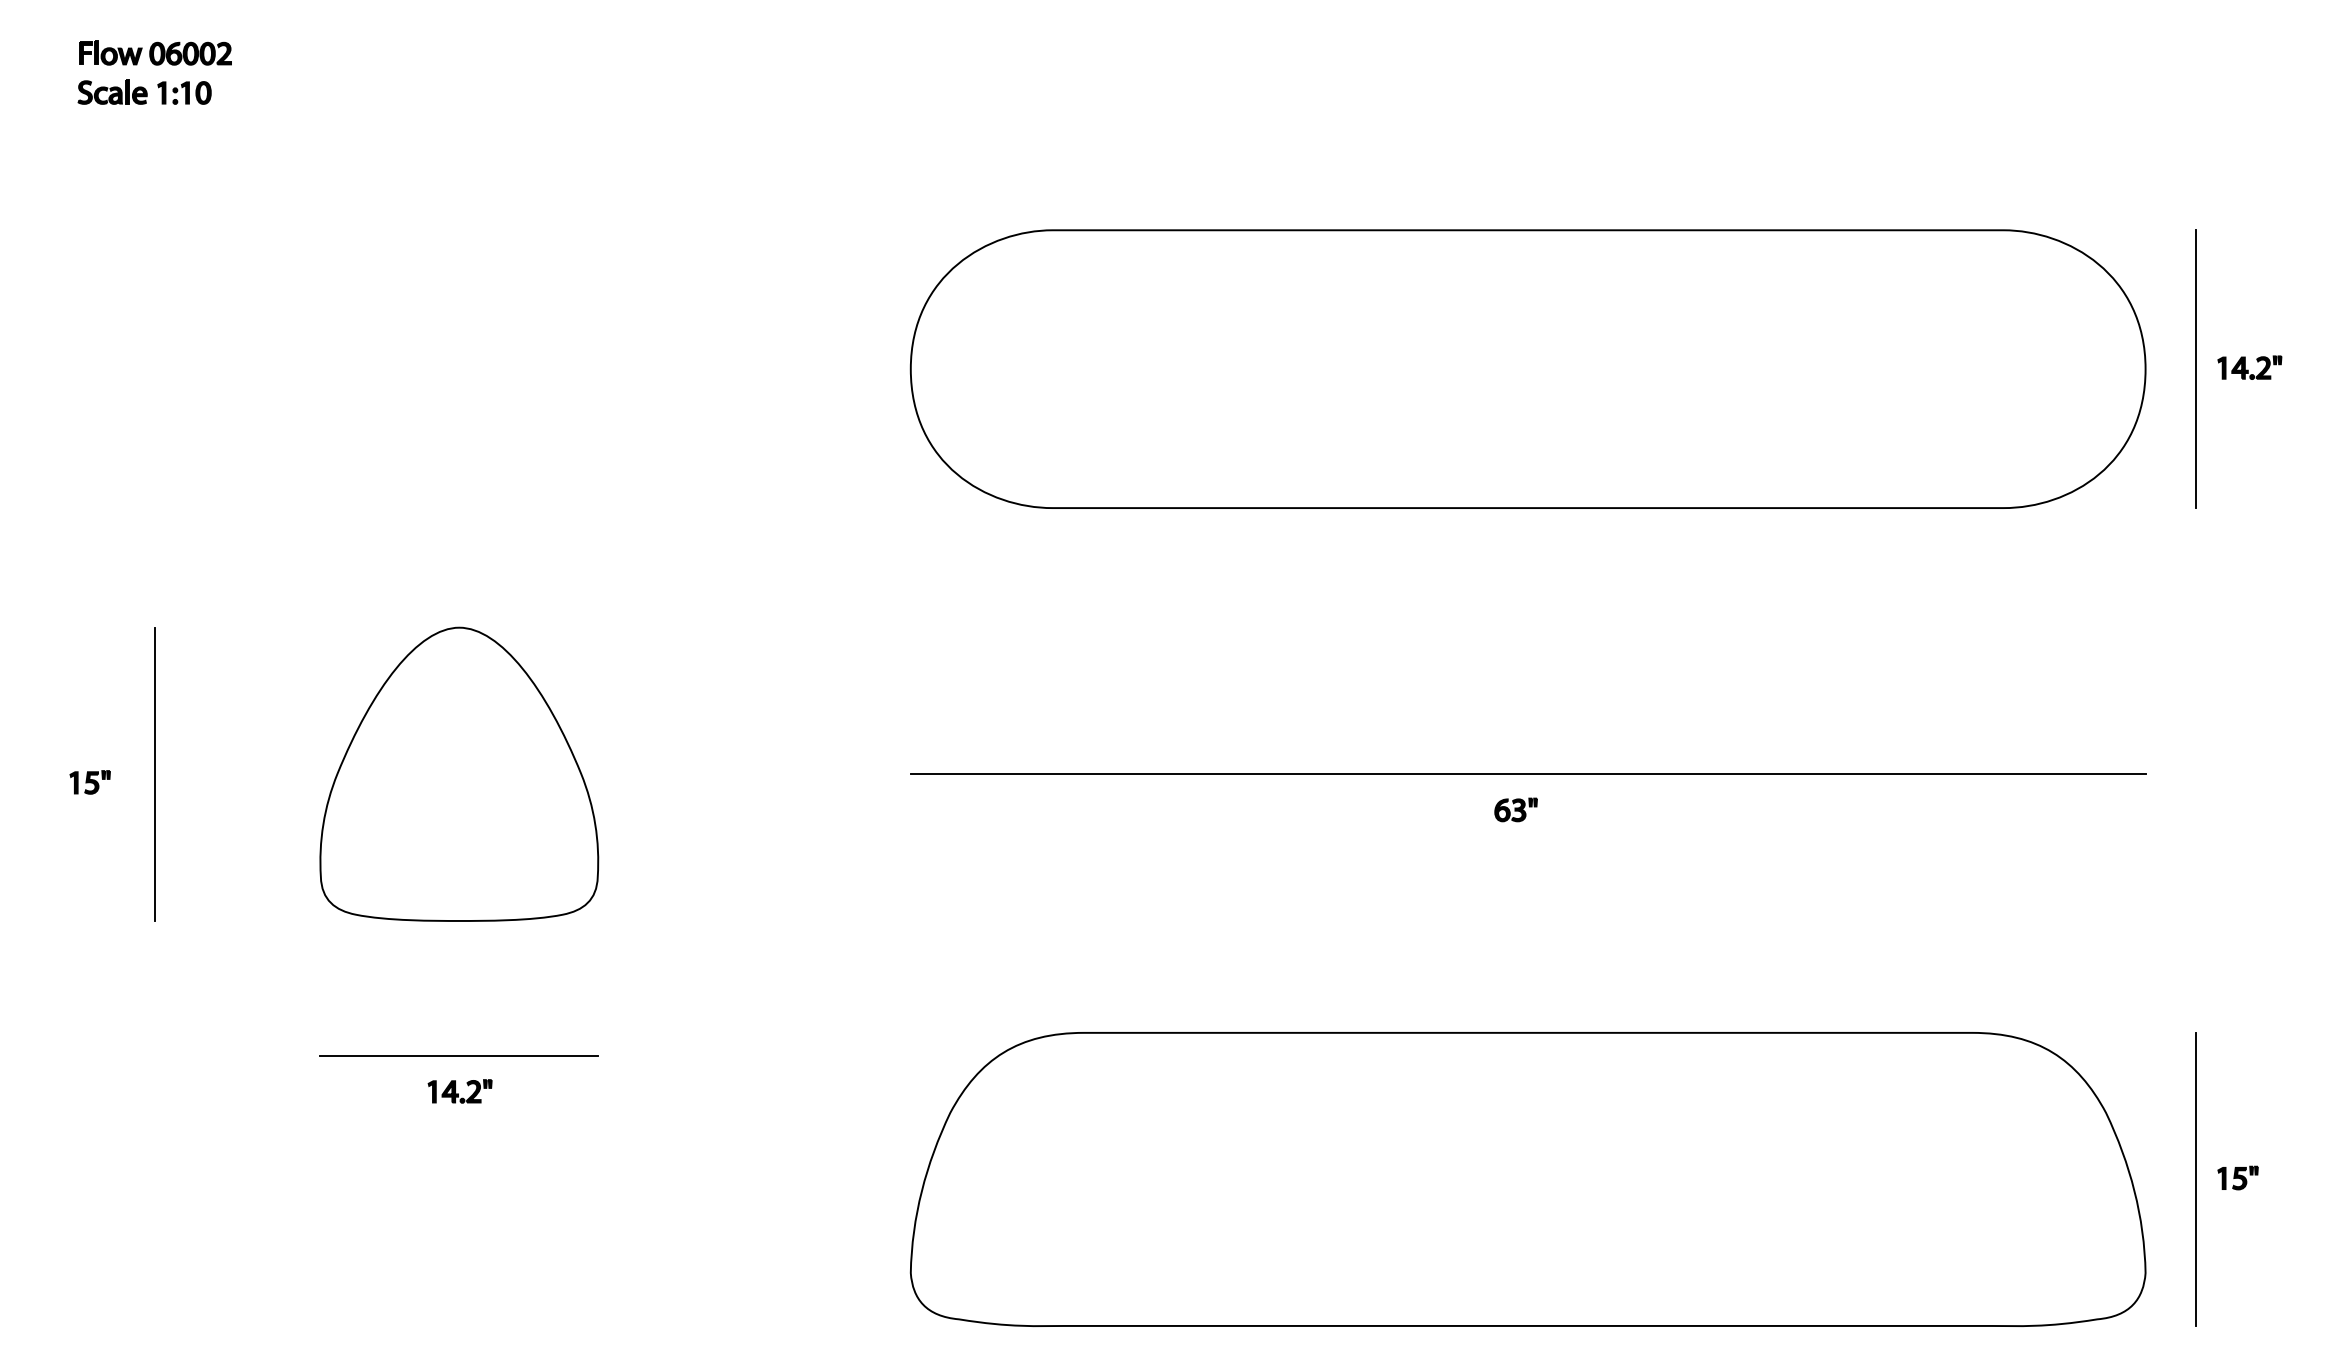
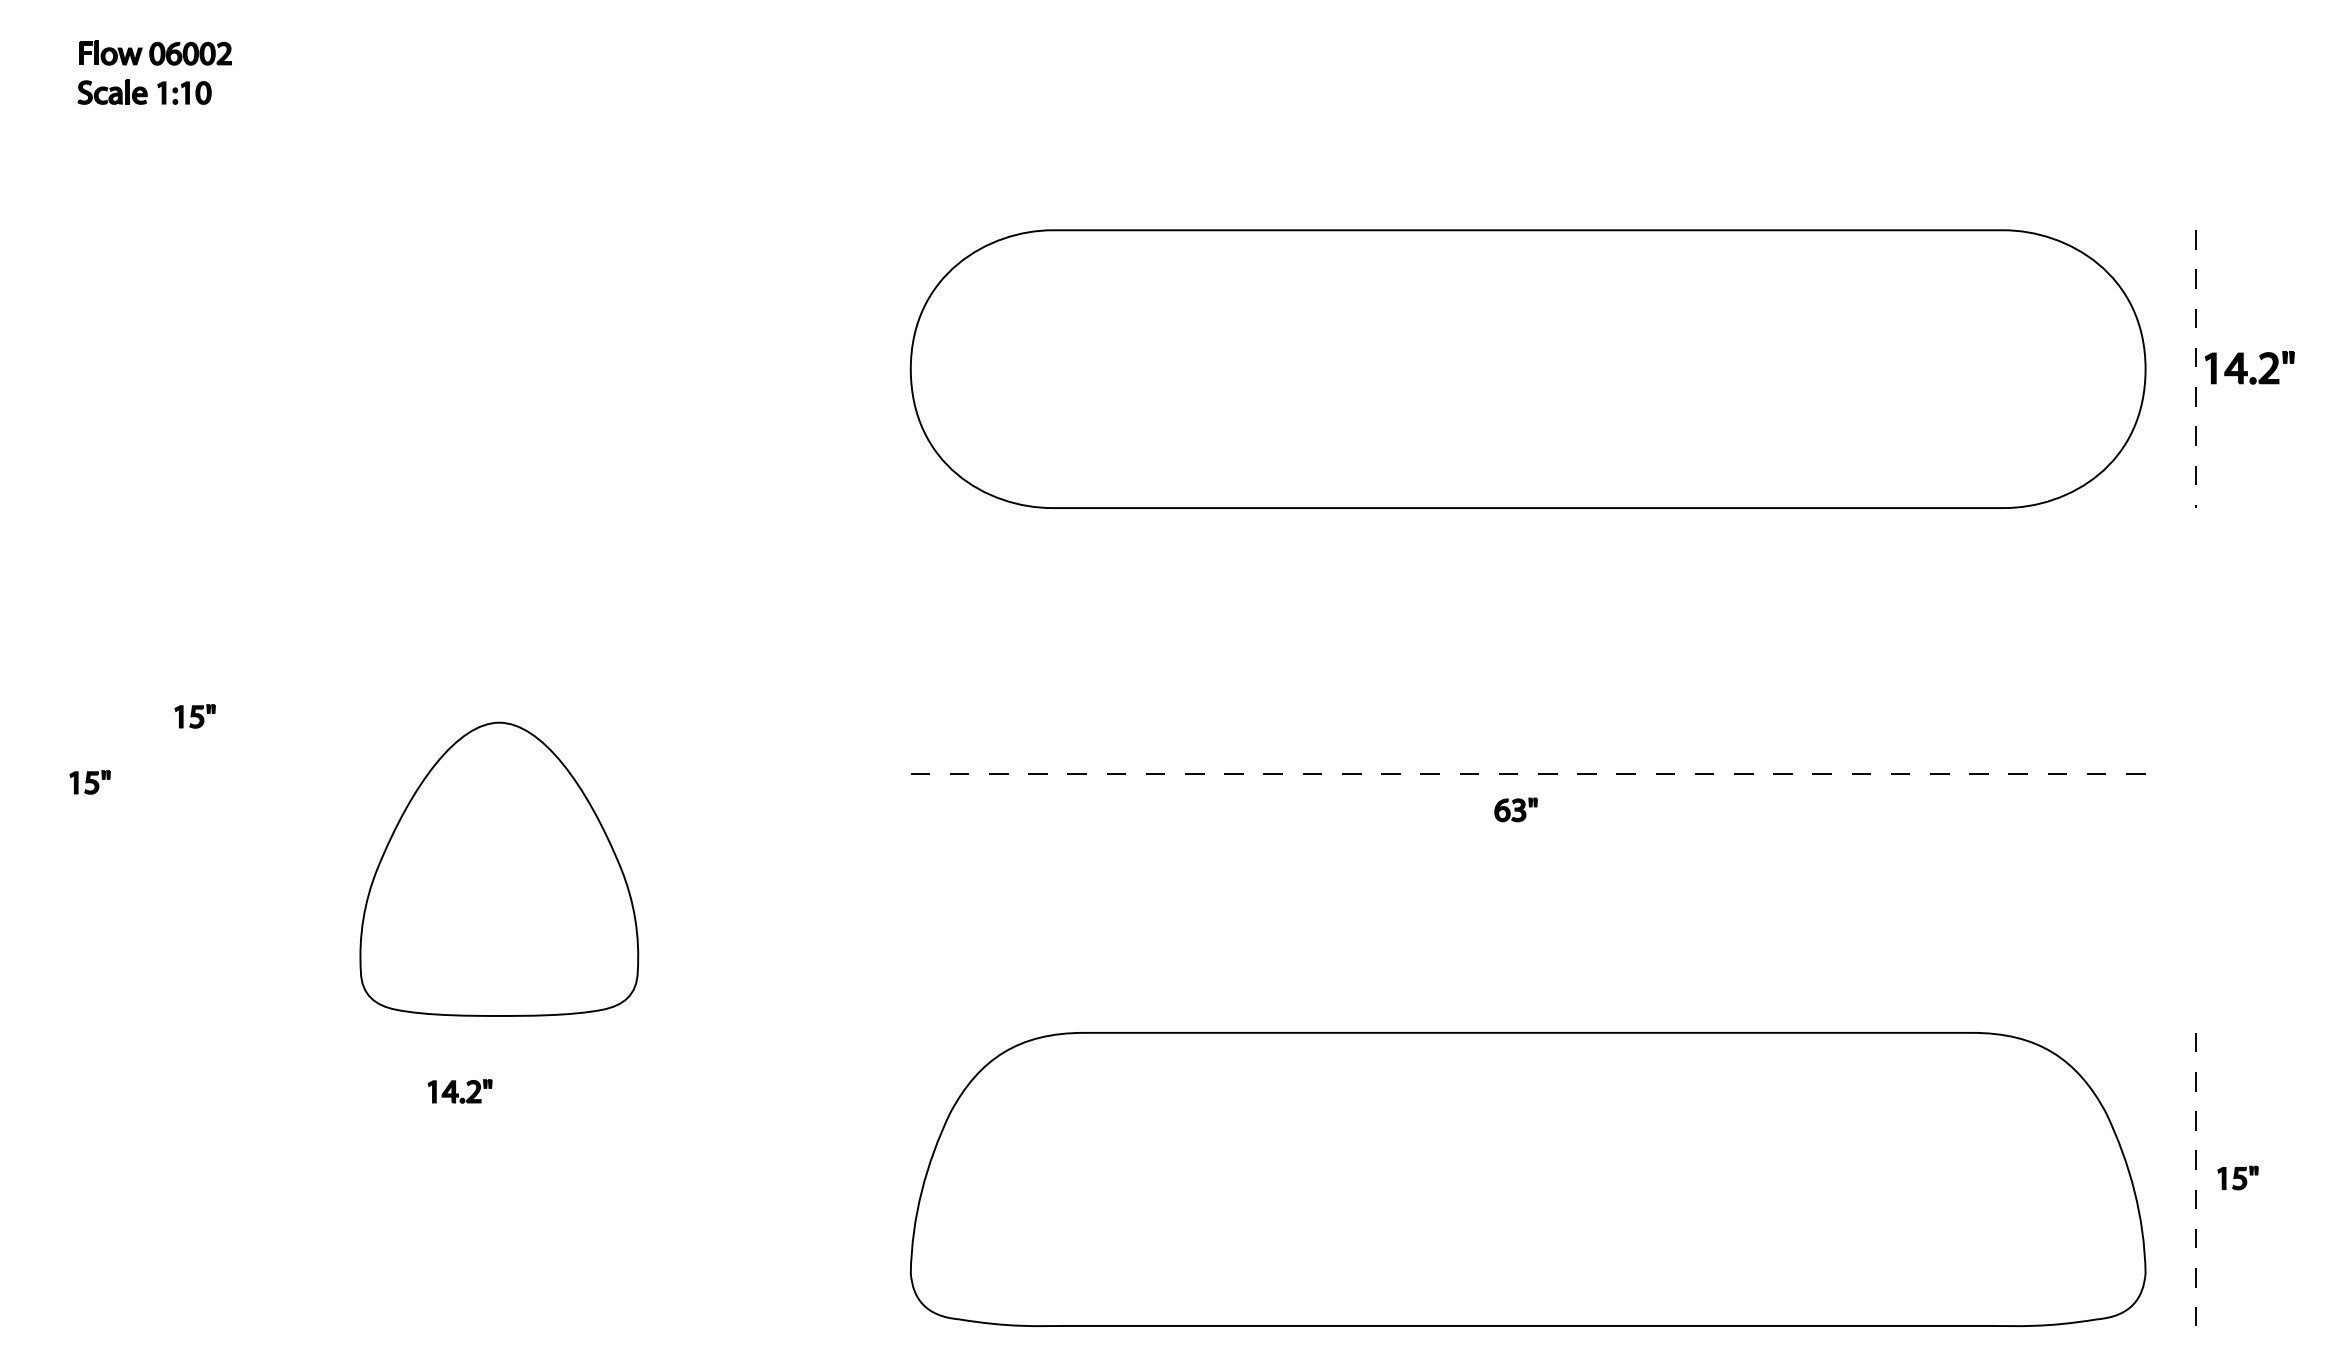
part at (2249, 367) size: 66x25 px -> 91x34 px
line at (2195, 369): solid -> dashed
part at (194, 716): none -> present
part at (459, 773) position: (459, 773) -> (499, 868)
line at (154, 774): present -> none
line at (1527, 774): solid -> dashed
line at (459, 1055): present -> none
line at (2195, 1179): solid -> dashed
